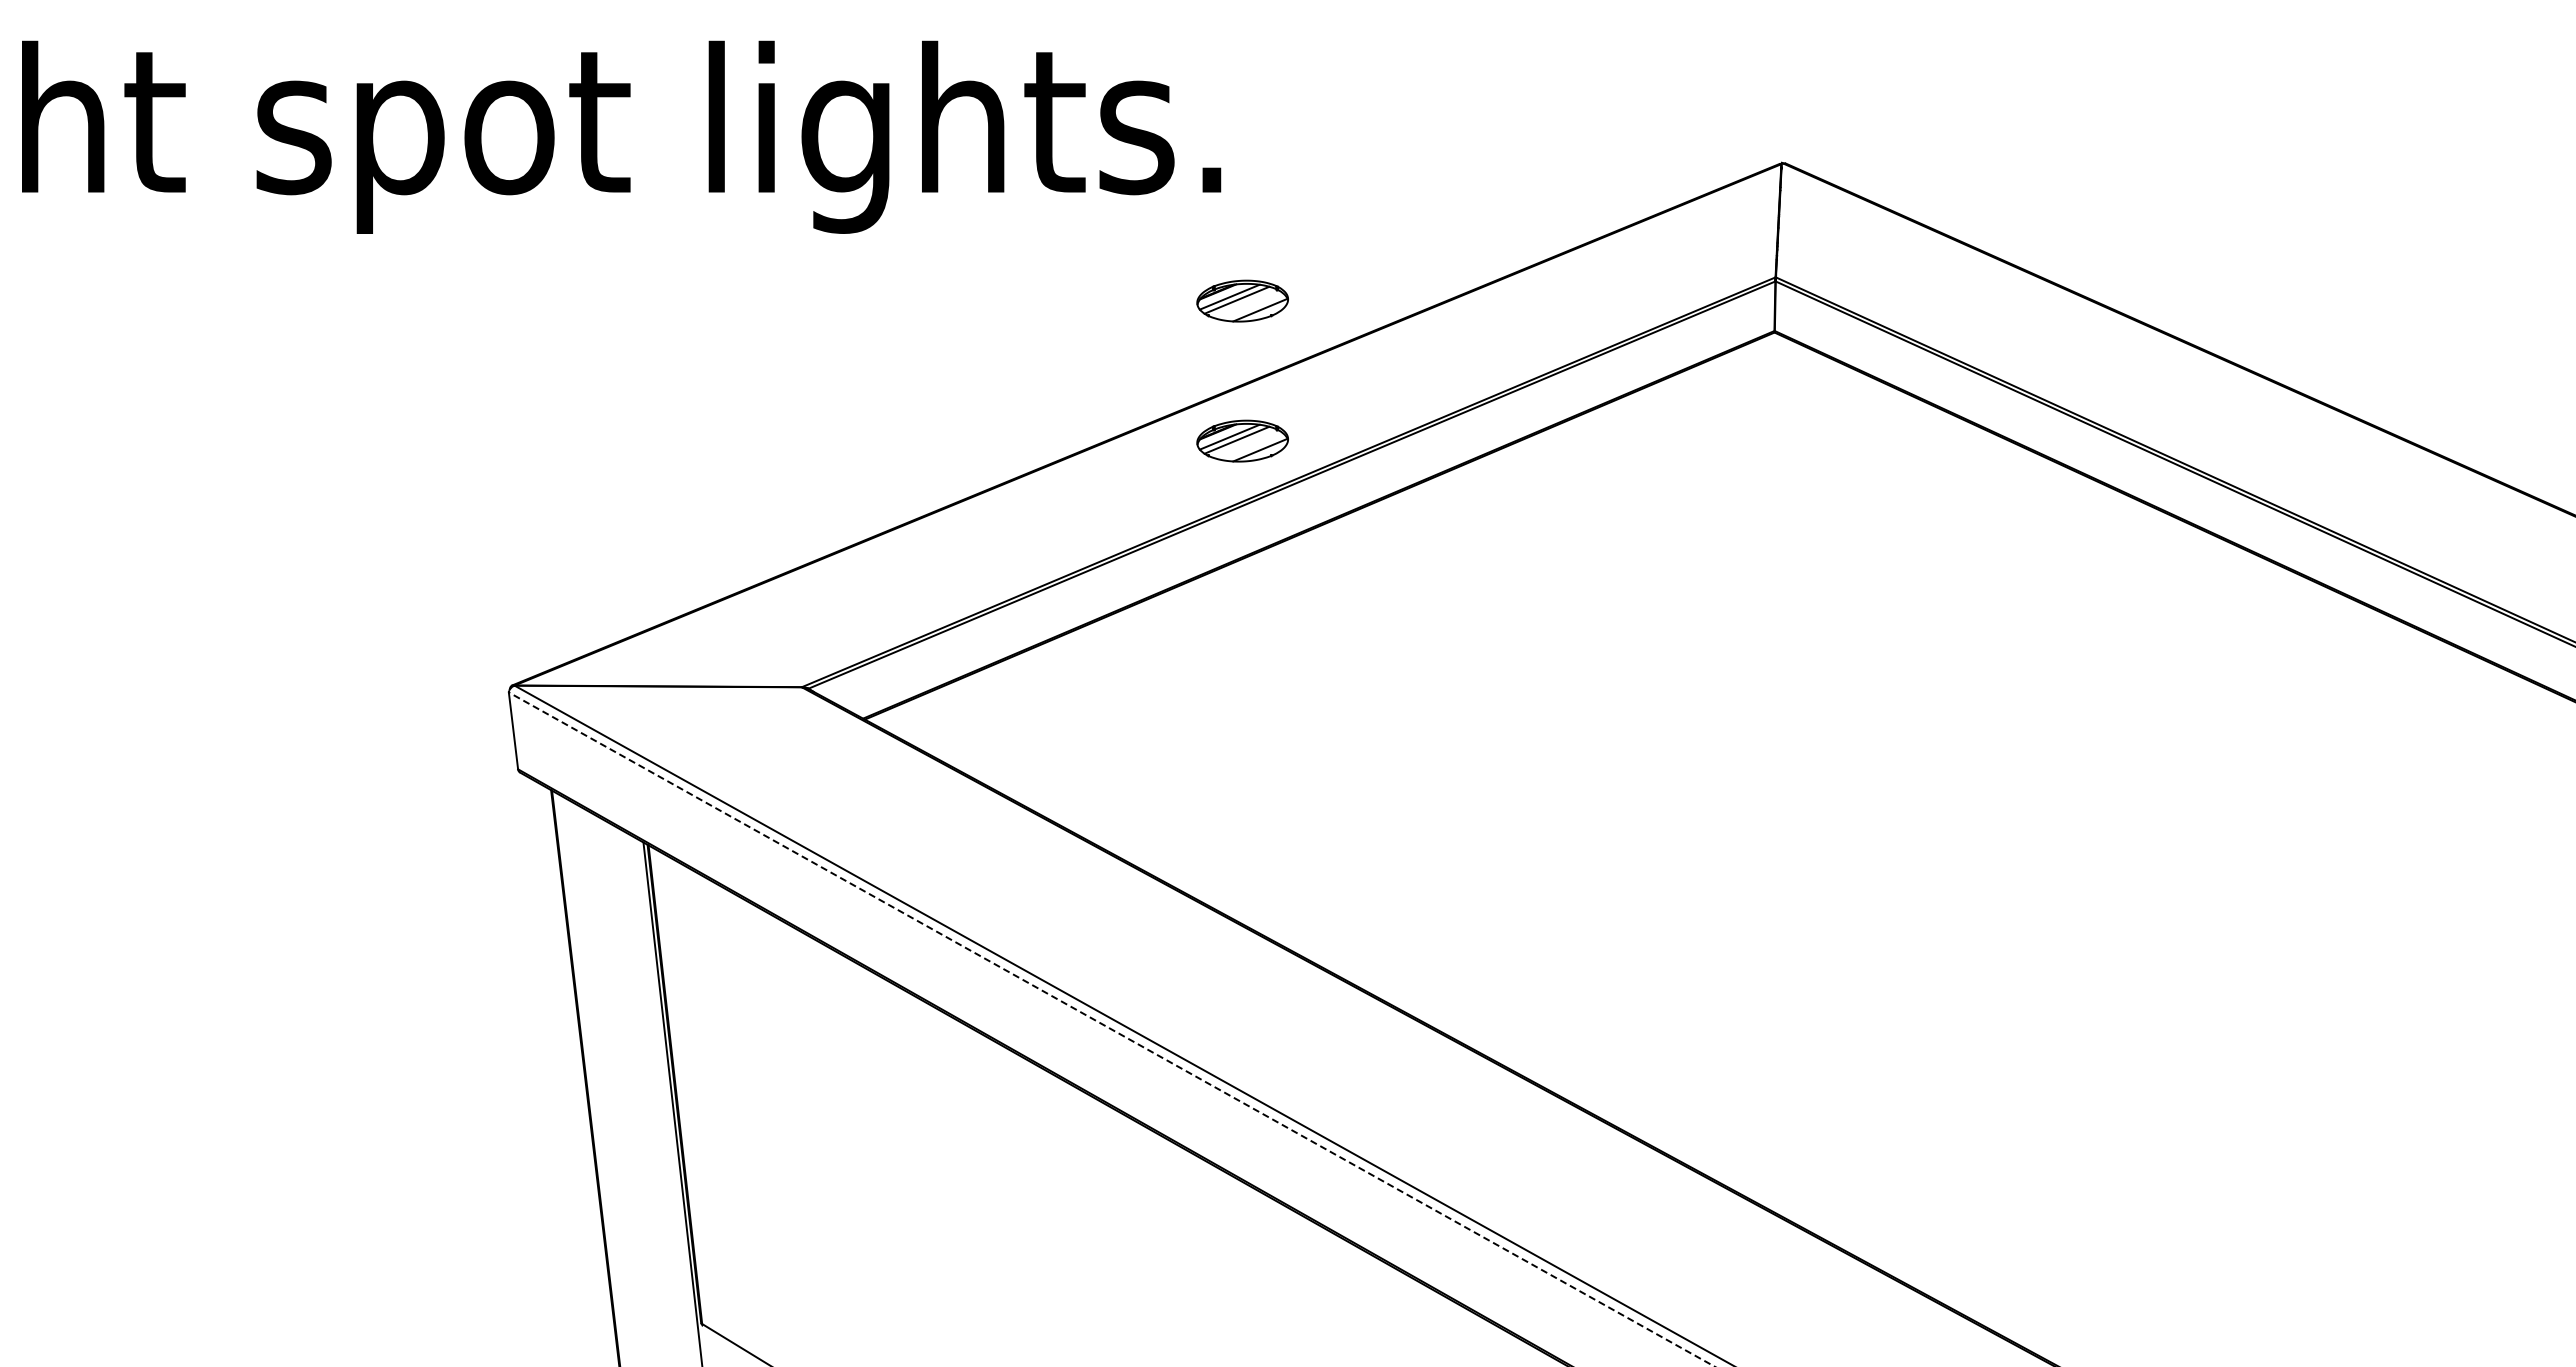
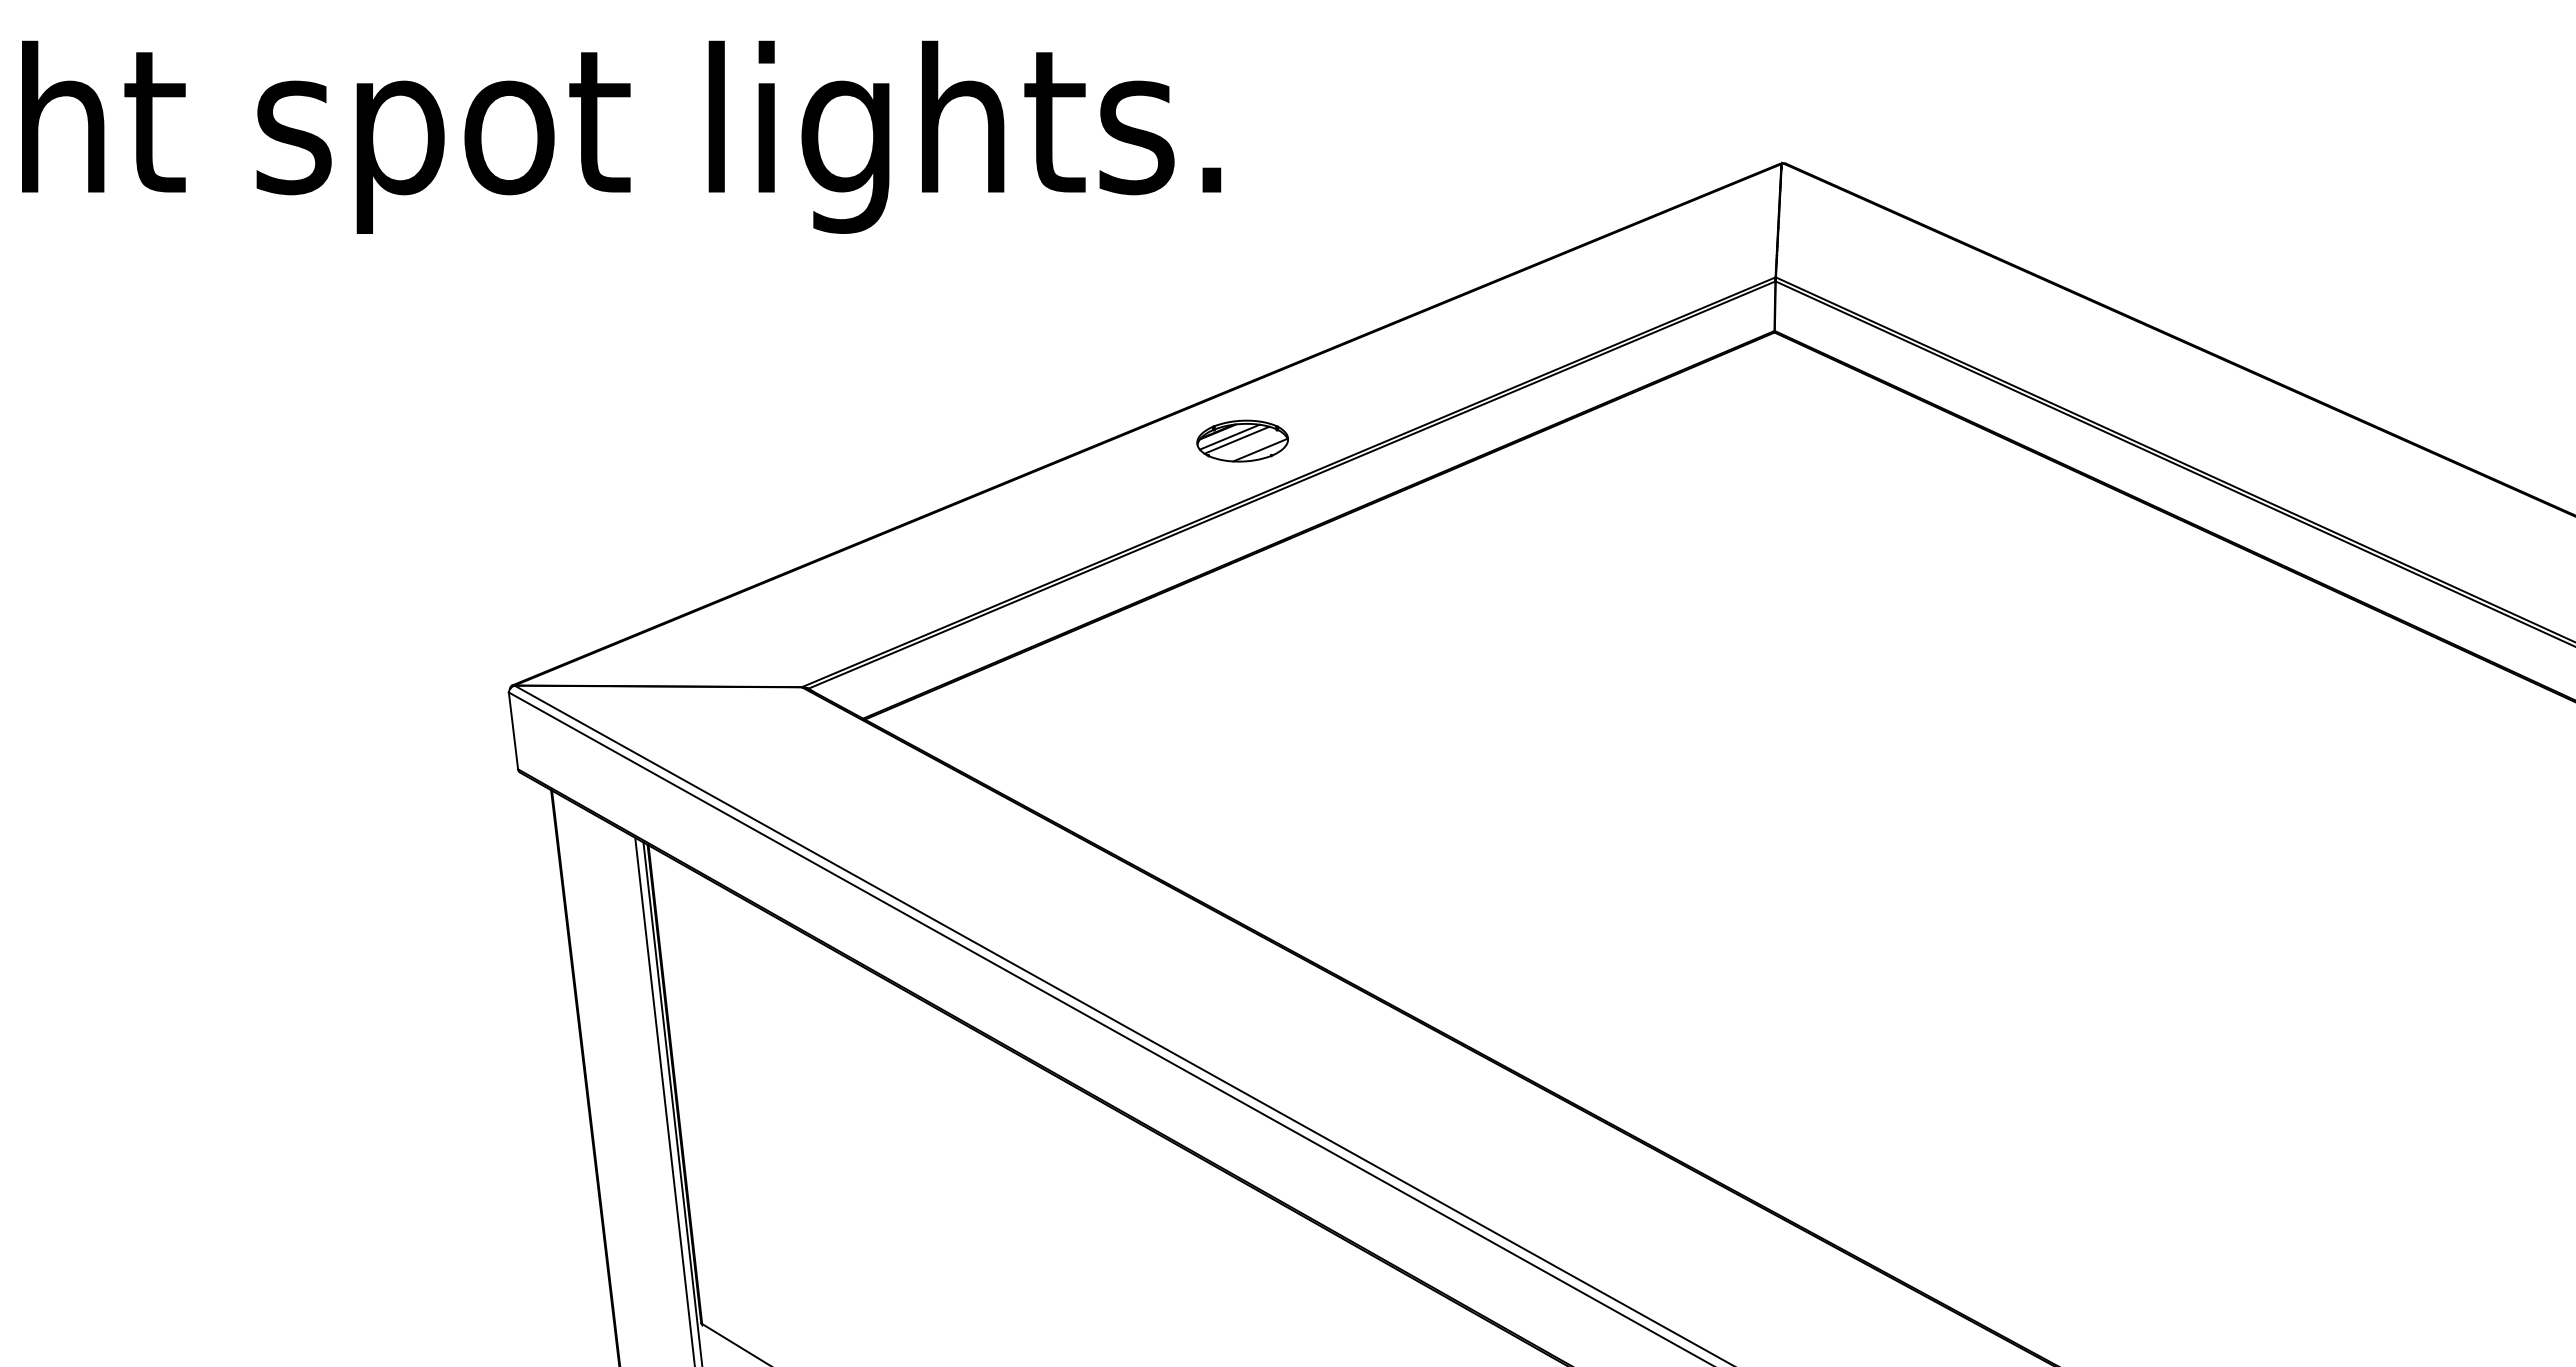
part at (1242, 300): present -> none
line at (1111, 1029): dashed -> solid
line at (664, 1100): none -> present
